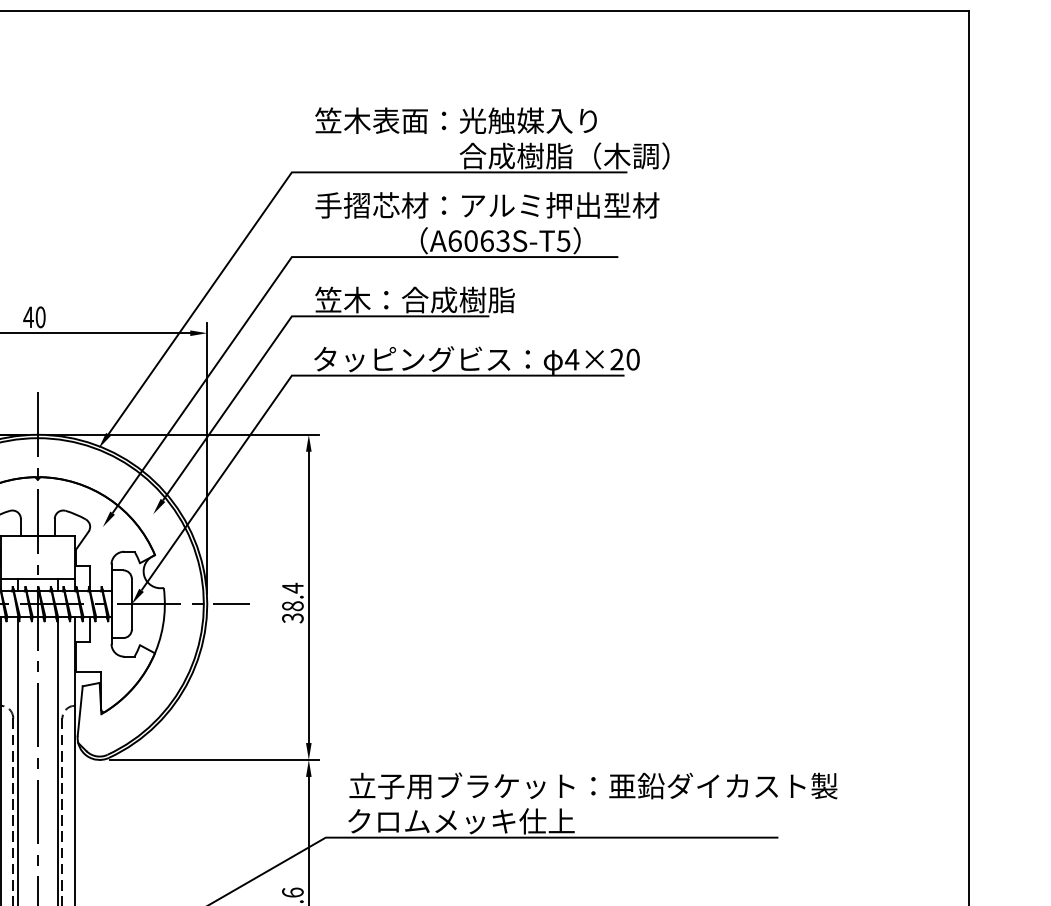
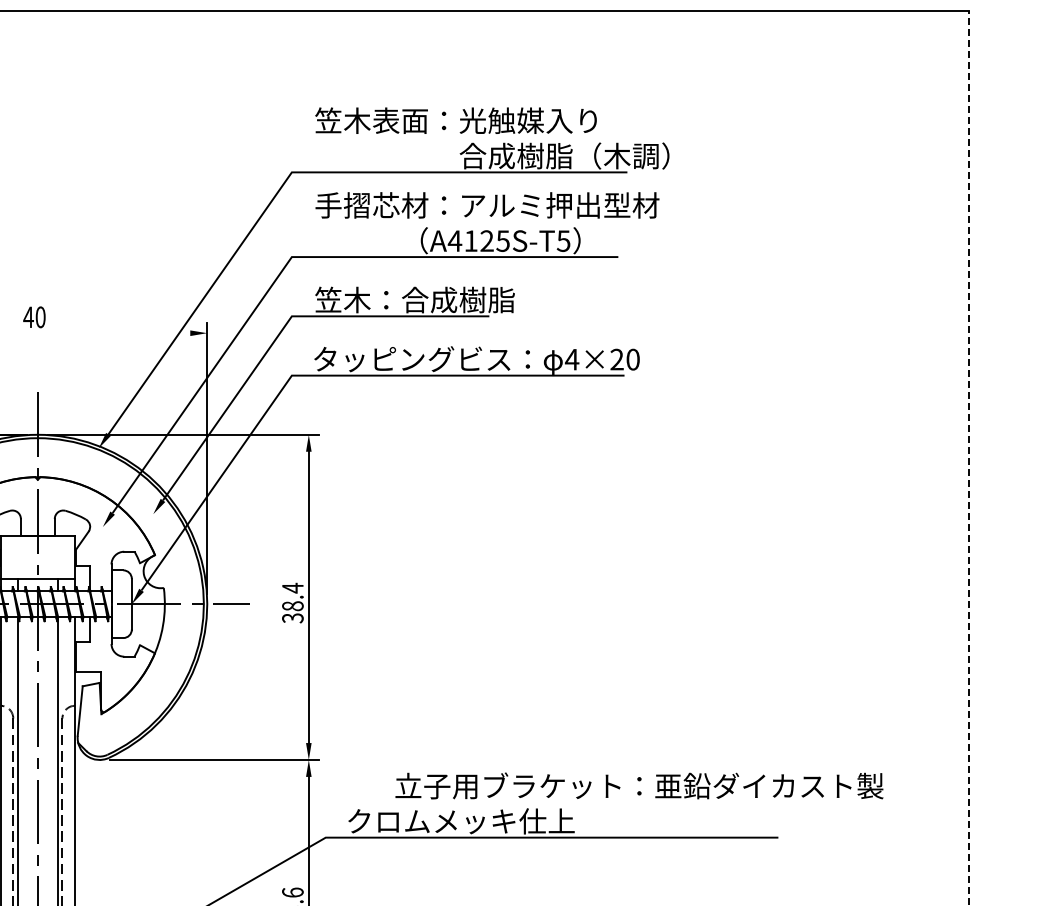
text at (478, 240): A6063S-T5 -> A4125S-T5
line at (96, 333): present -> none
line at (969, 458): solid -> dashed
text at (593, 785) position: (593, 785) -> (639, 785)
